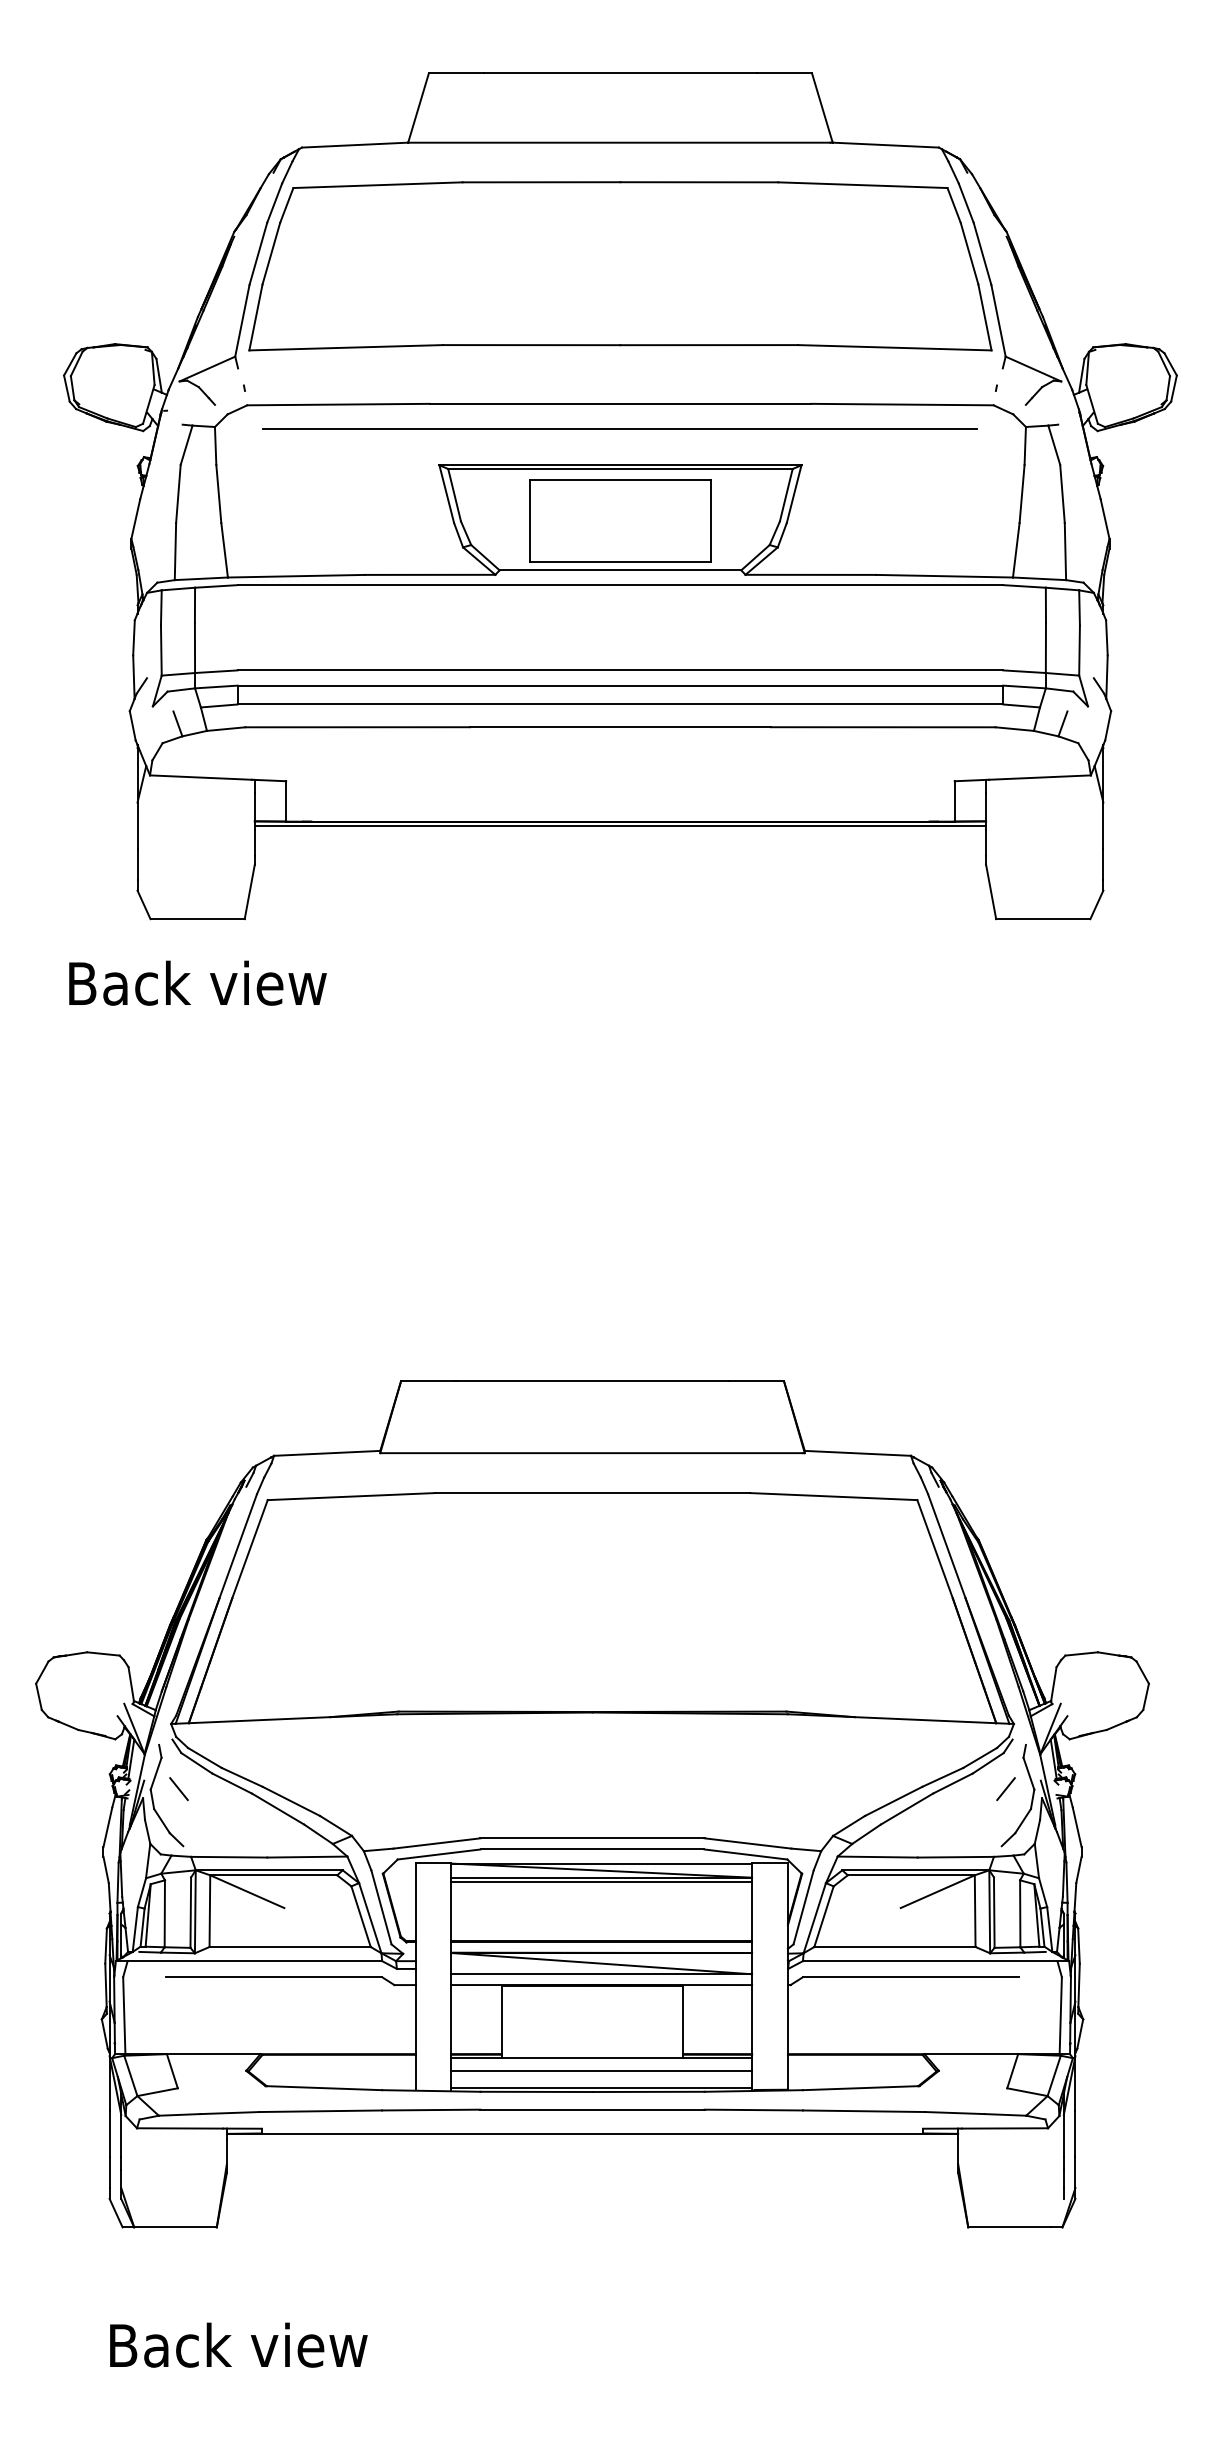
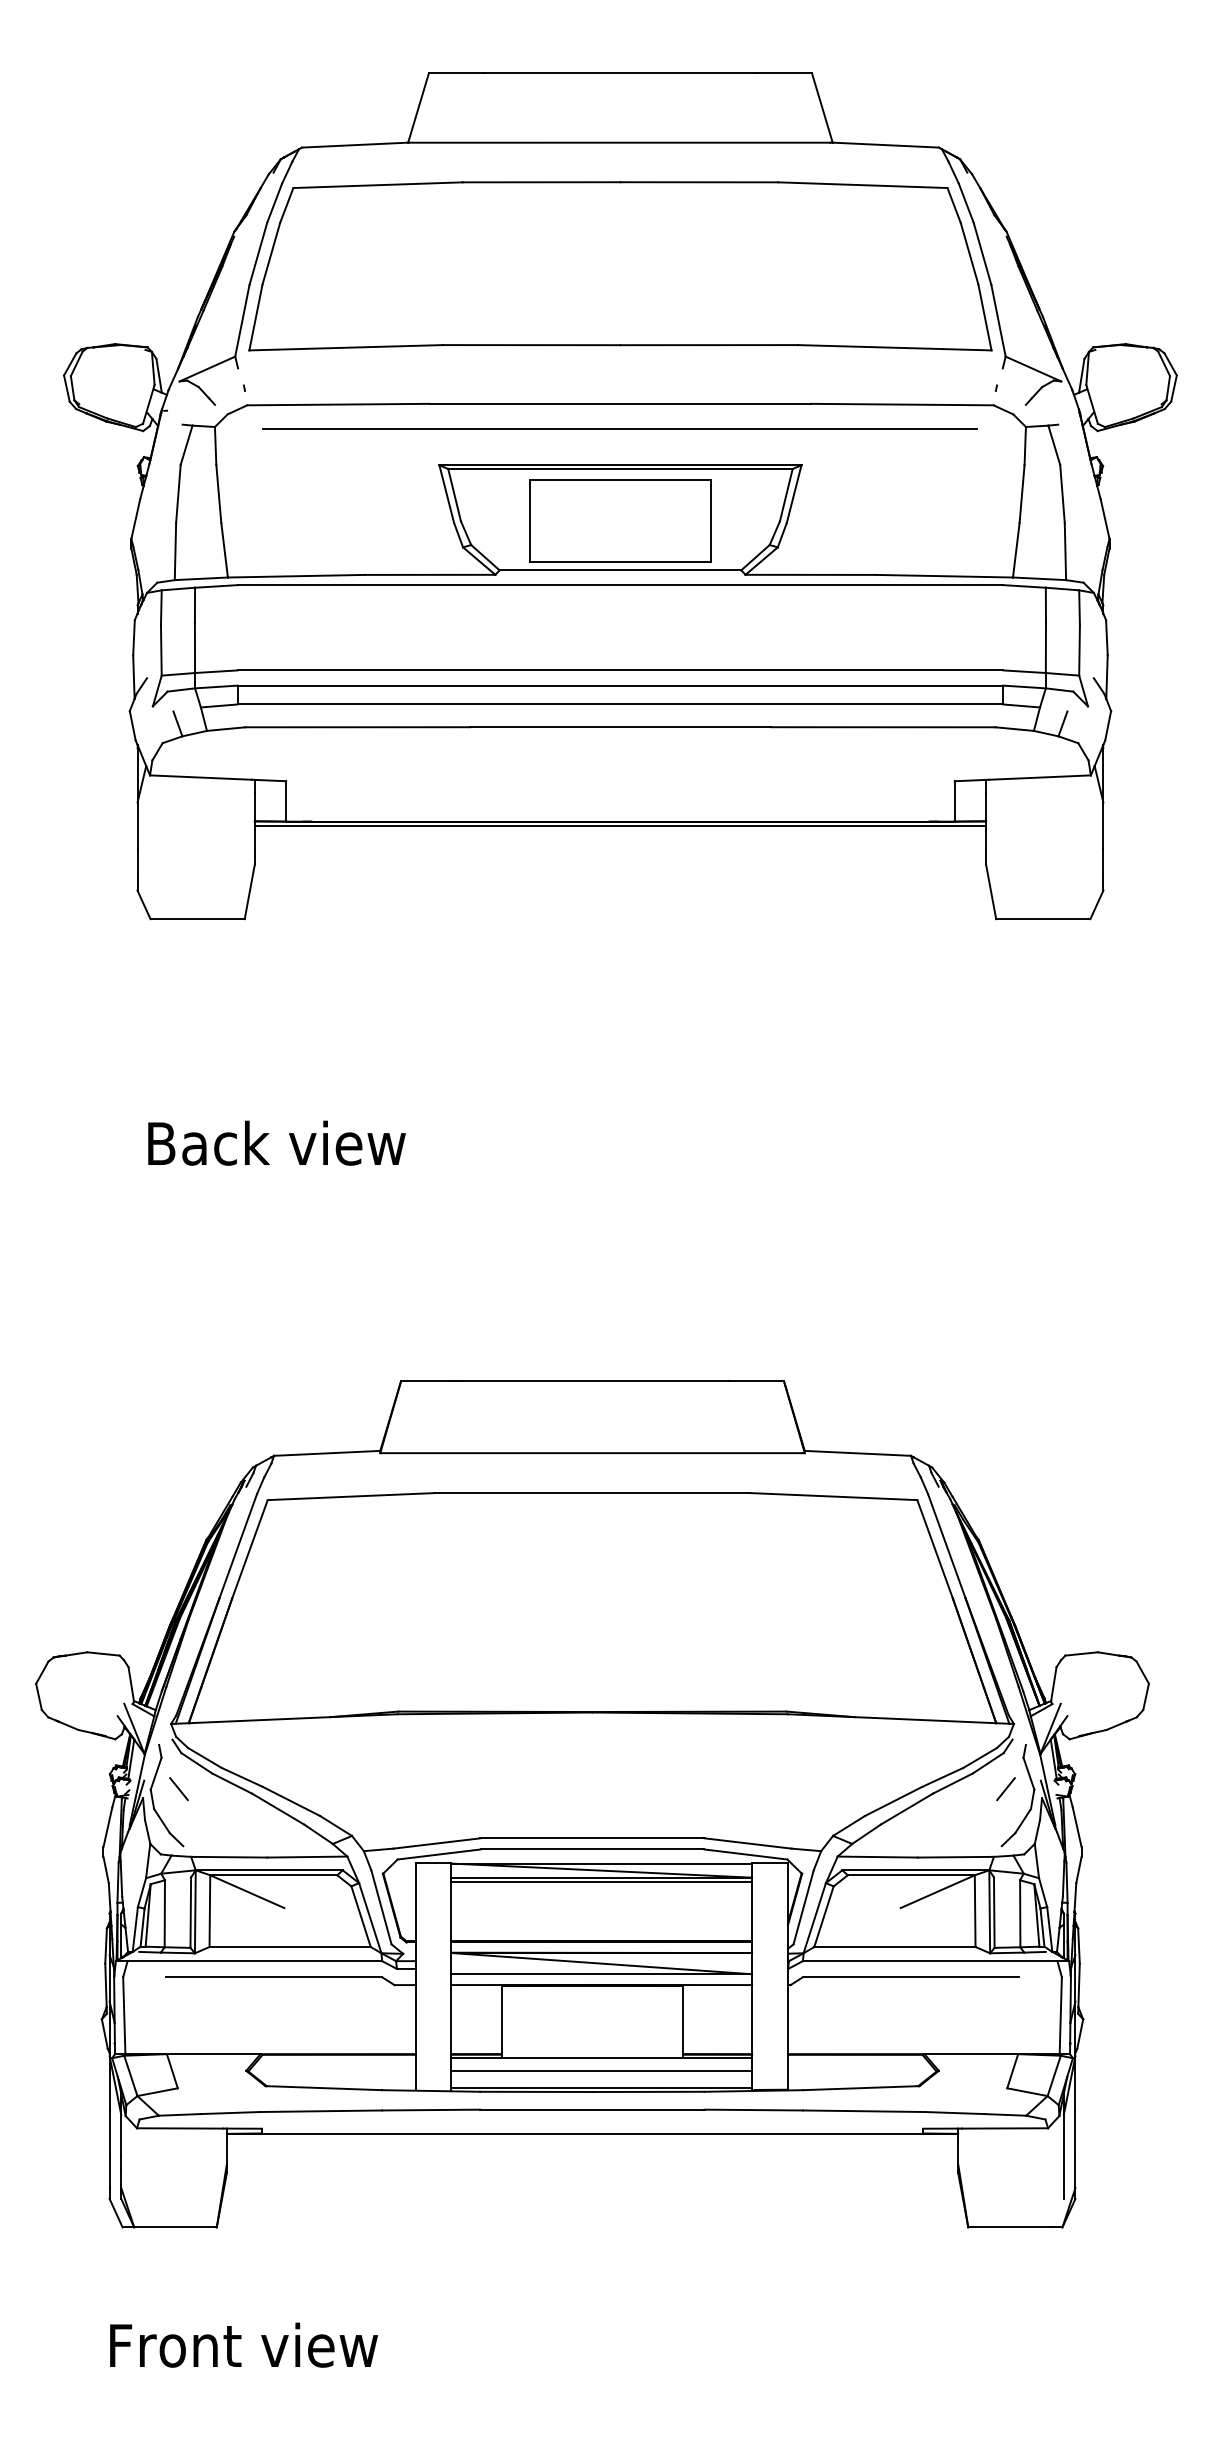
text at (197, 982) position: (197, 982) -> (276, 1142)
text at (246, 2344): Back view -> Front view
